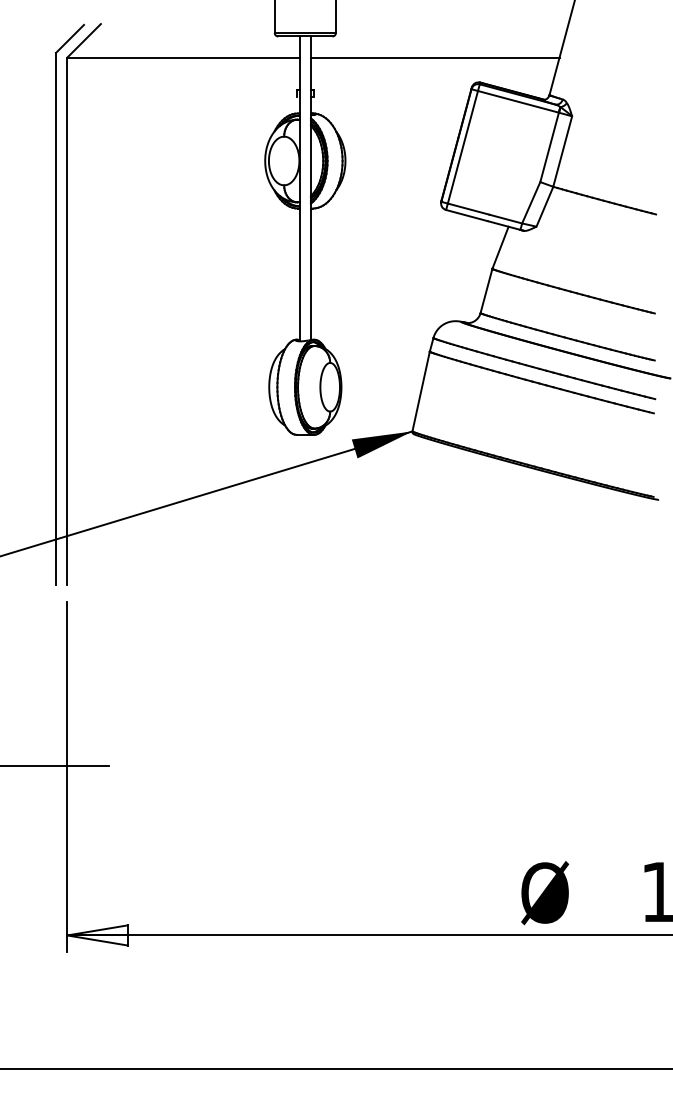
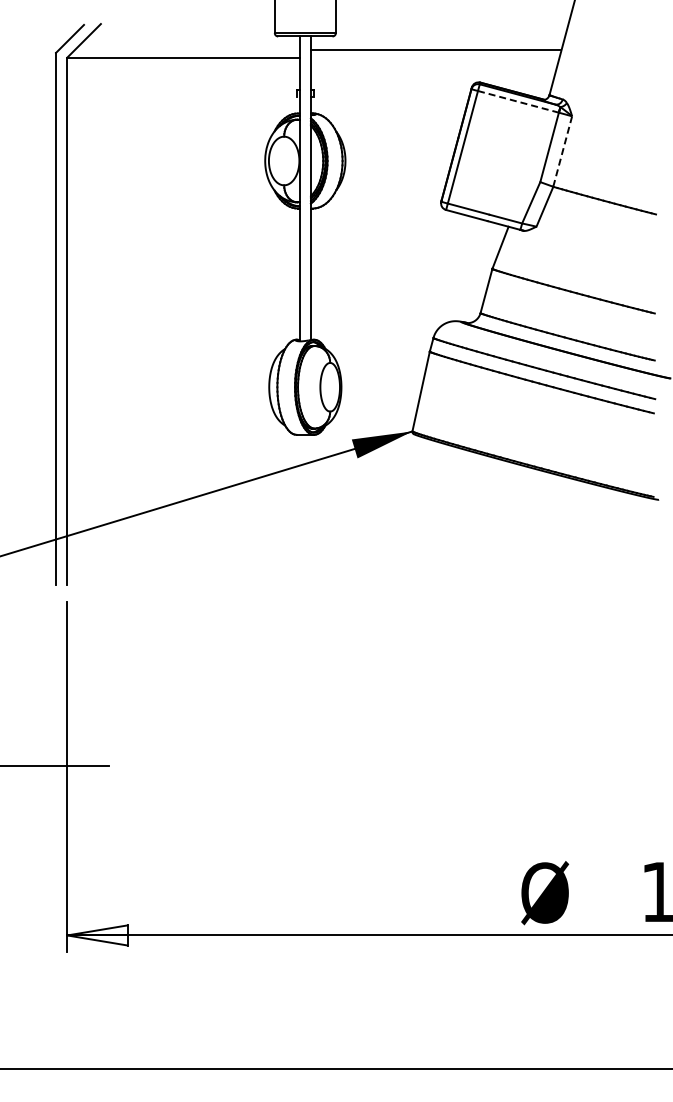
line at (435, 57) position: (435, 57) -> (435, 49)
line at (518, 101): solid -> dashed
line at (562, 151): solid -> dashed
